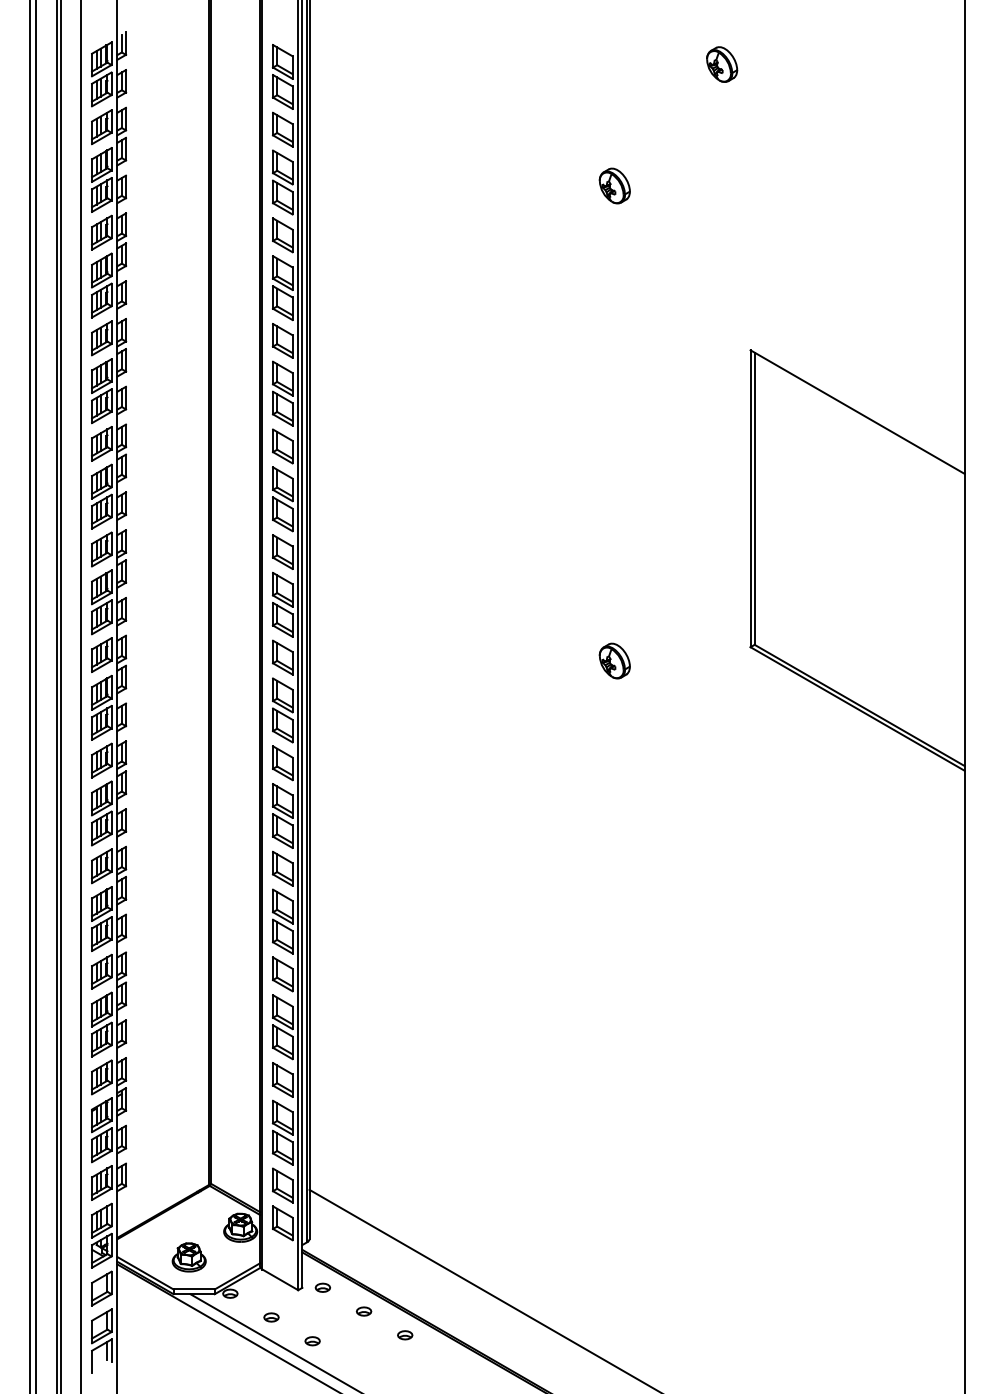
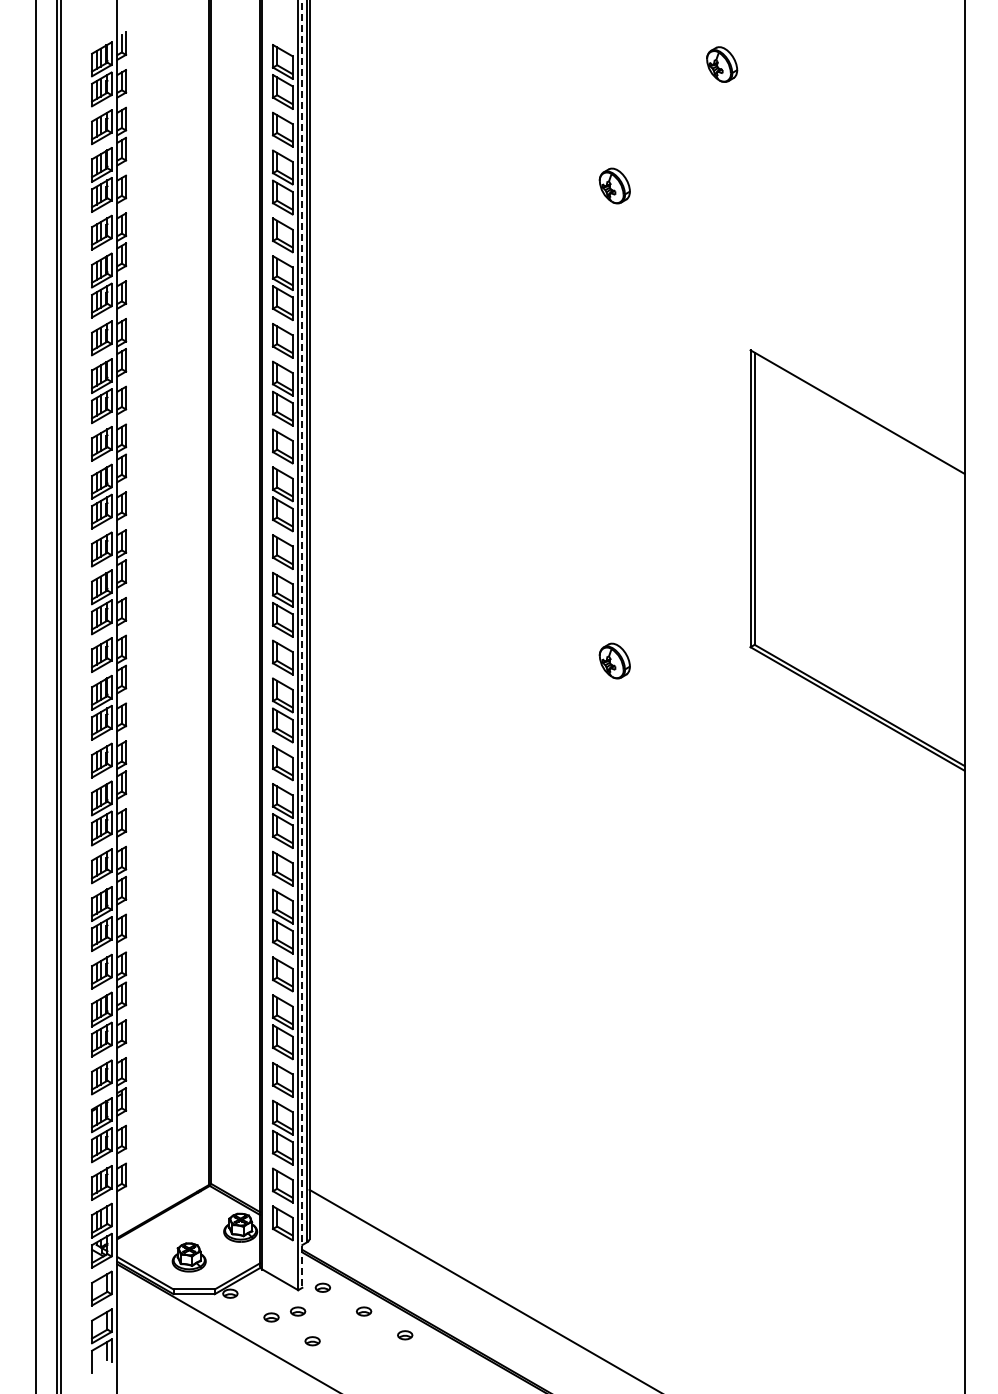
line at (302, 643): solid -> dashed
line at (29, 696): present -> none
line at (81, 696): present -> none
part at (298, 1311): none -> present
line at (273, 1342): present -> none
